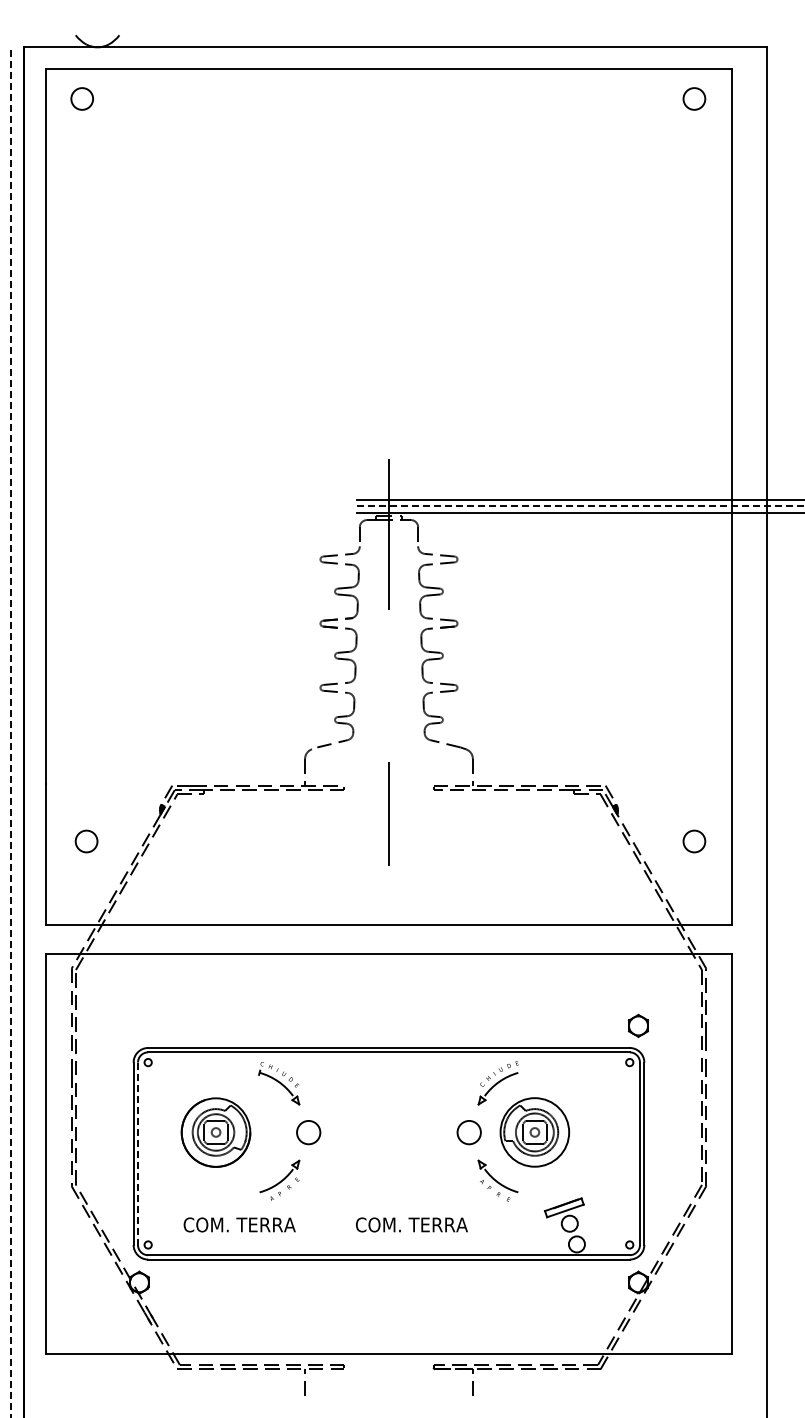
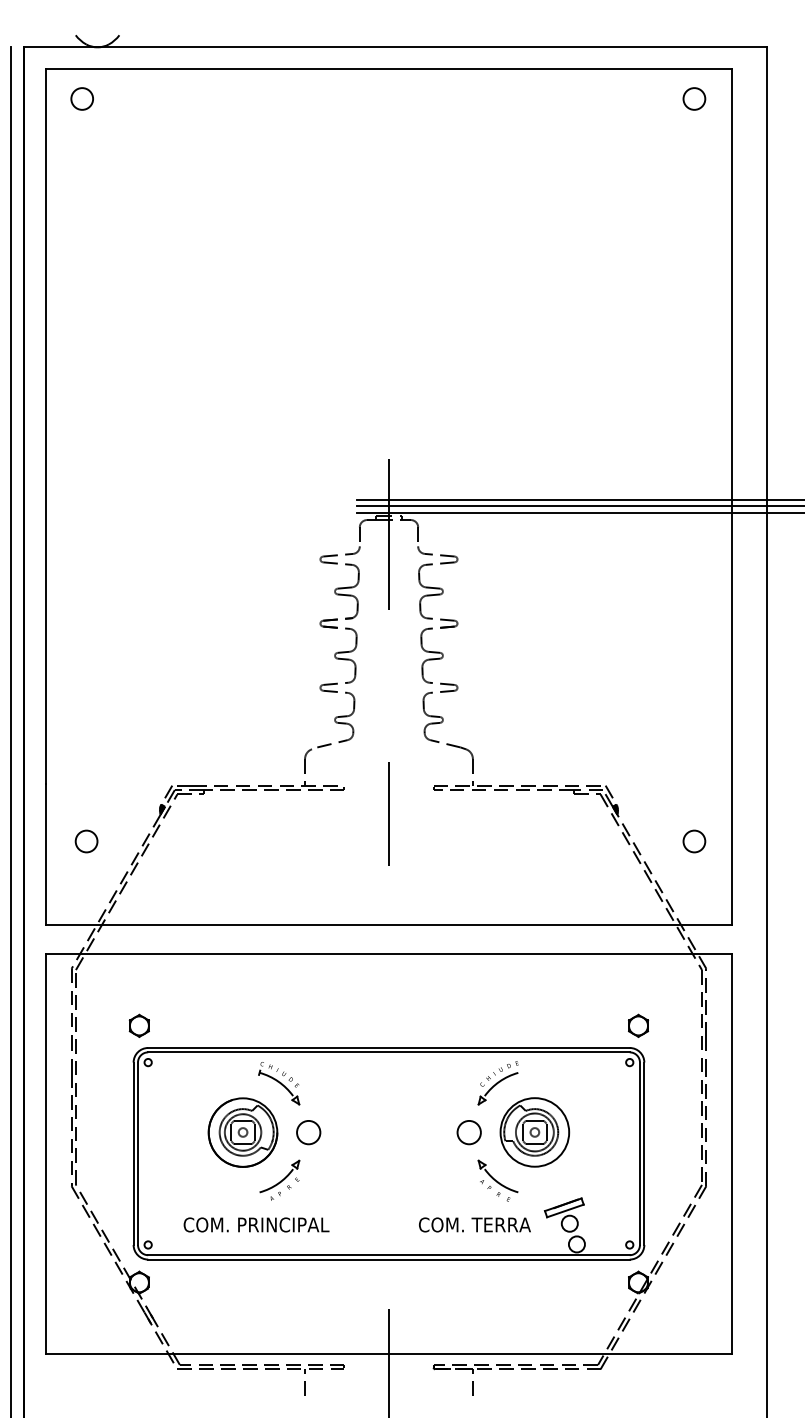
line at (580, 506): dashed -> solid
line at (10, 732): dashed -> solid
part at (138, 1025): none -> present
part at (215, 1132) position: (215, 1132) -> (242, 1132)
line at (138, 1154): dashed -> solid
text at (282, 1224): COM. TERRA -> COM. PRINCIPAL
text at (411, 1224) position: (411, 1224) -> (474, 1224)
line at (388, 1361): none -> present
